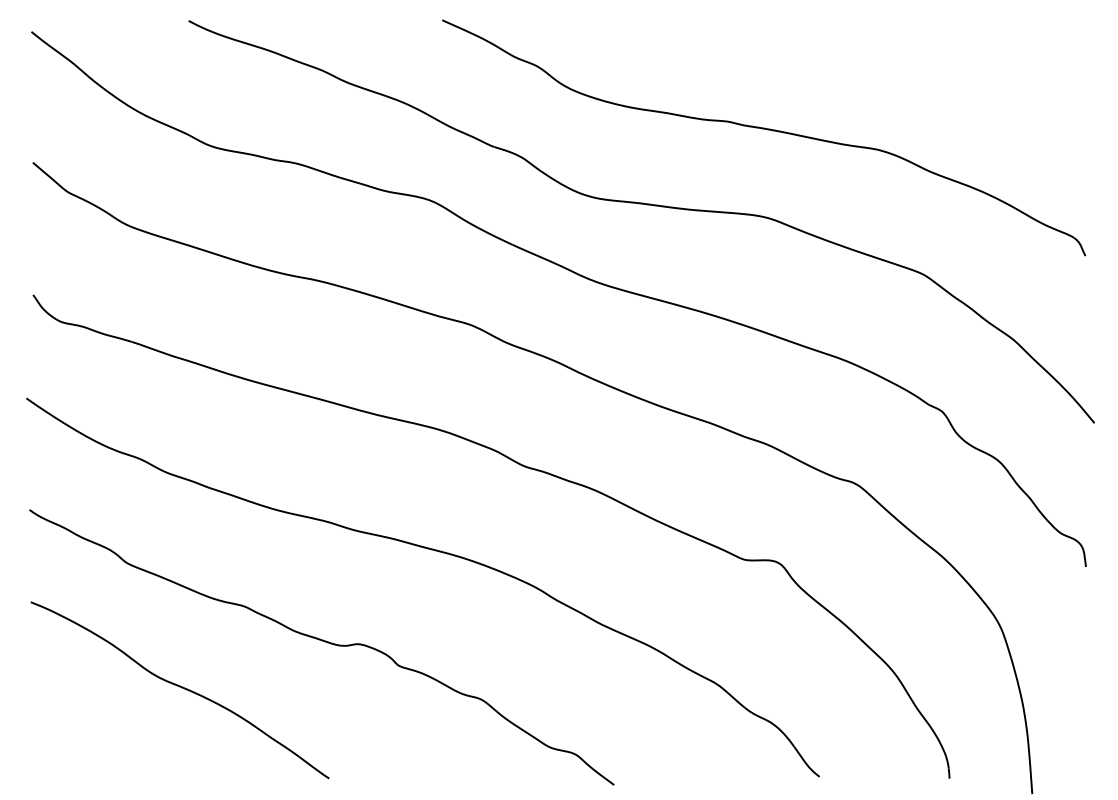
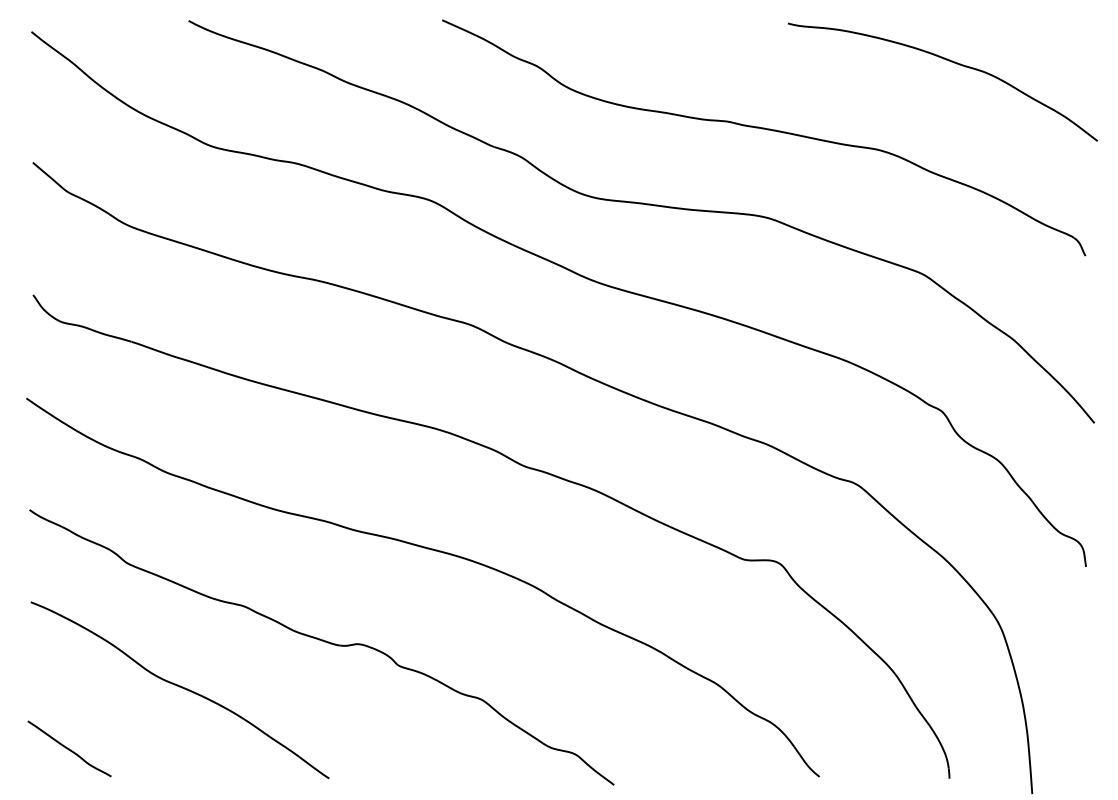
curve at (948, 61): none -> present
curve at (69, 748): none -> present
